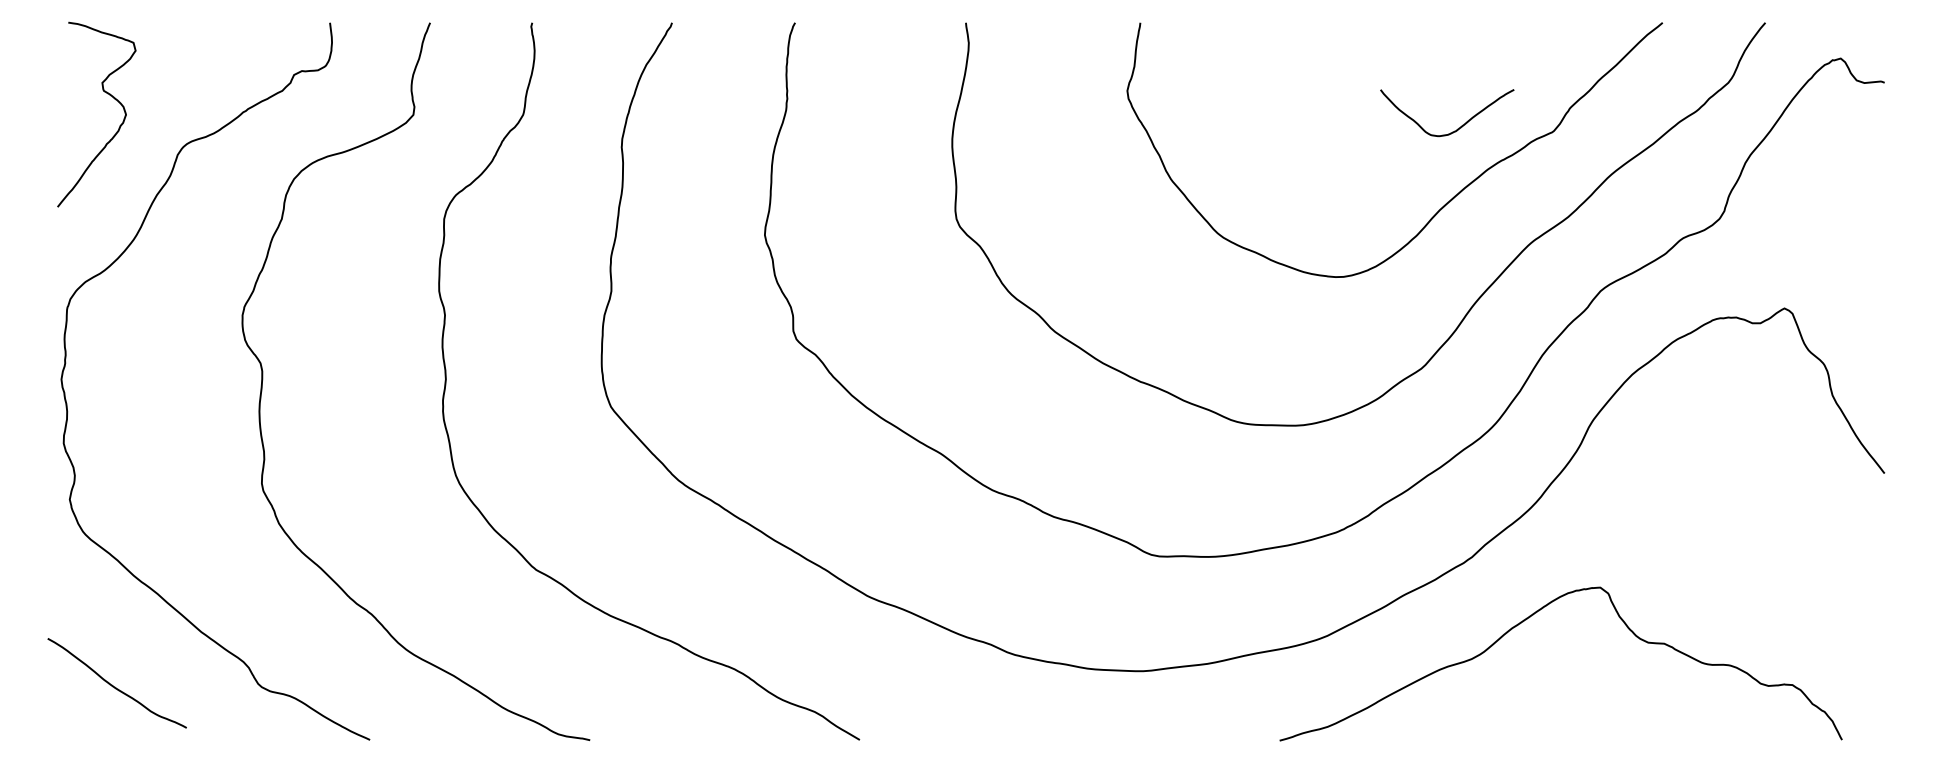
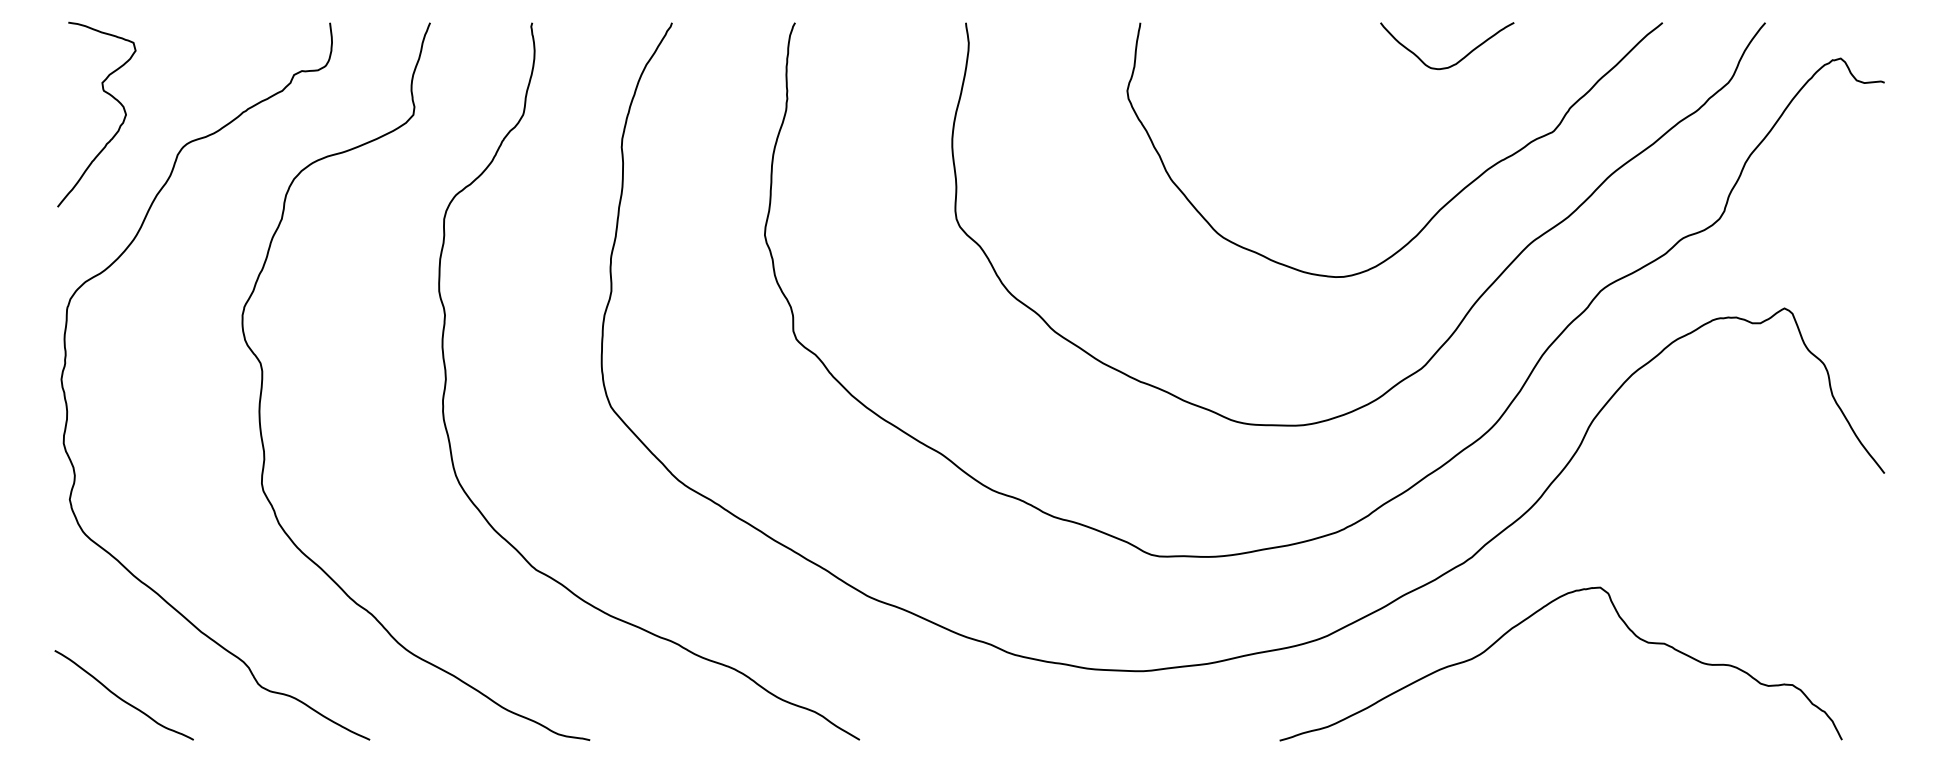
curve at (1457, 128) position: (1457, 128) -> (1457, 61)
curve at (113, 685) position: (113, 685) -> (120, 697)
